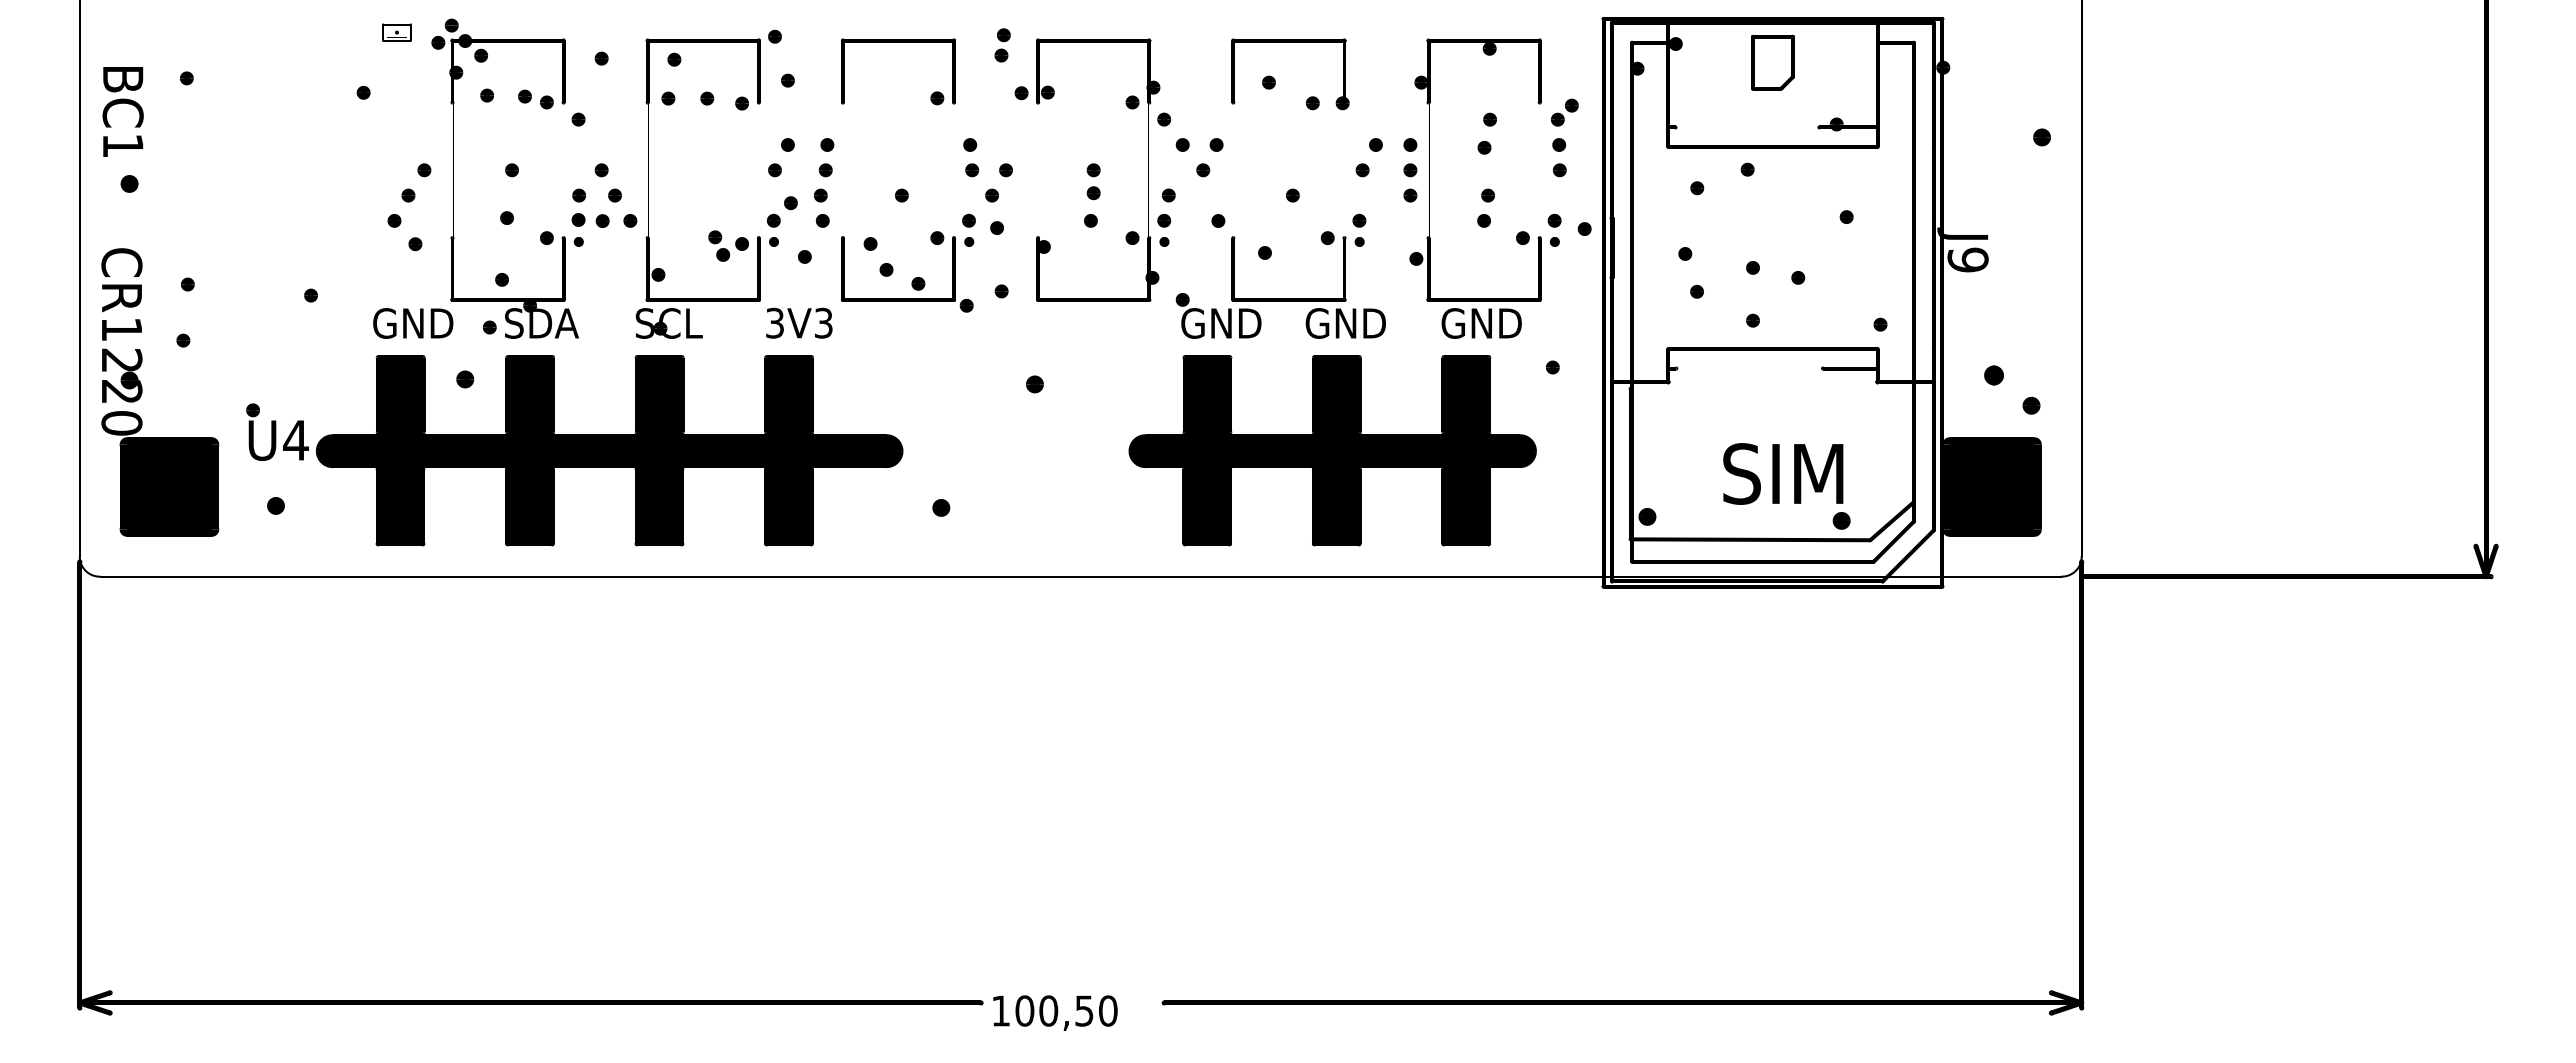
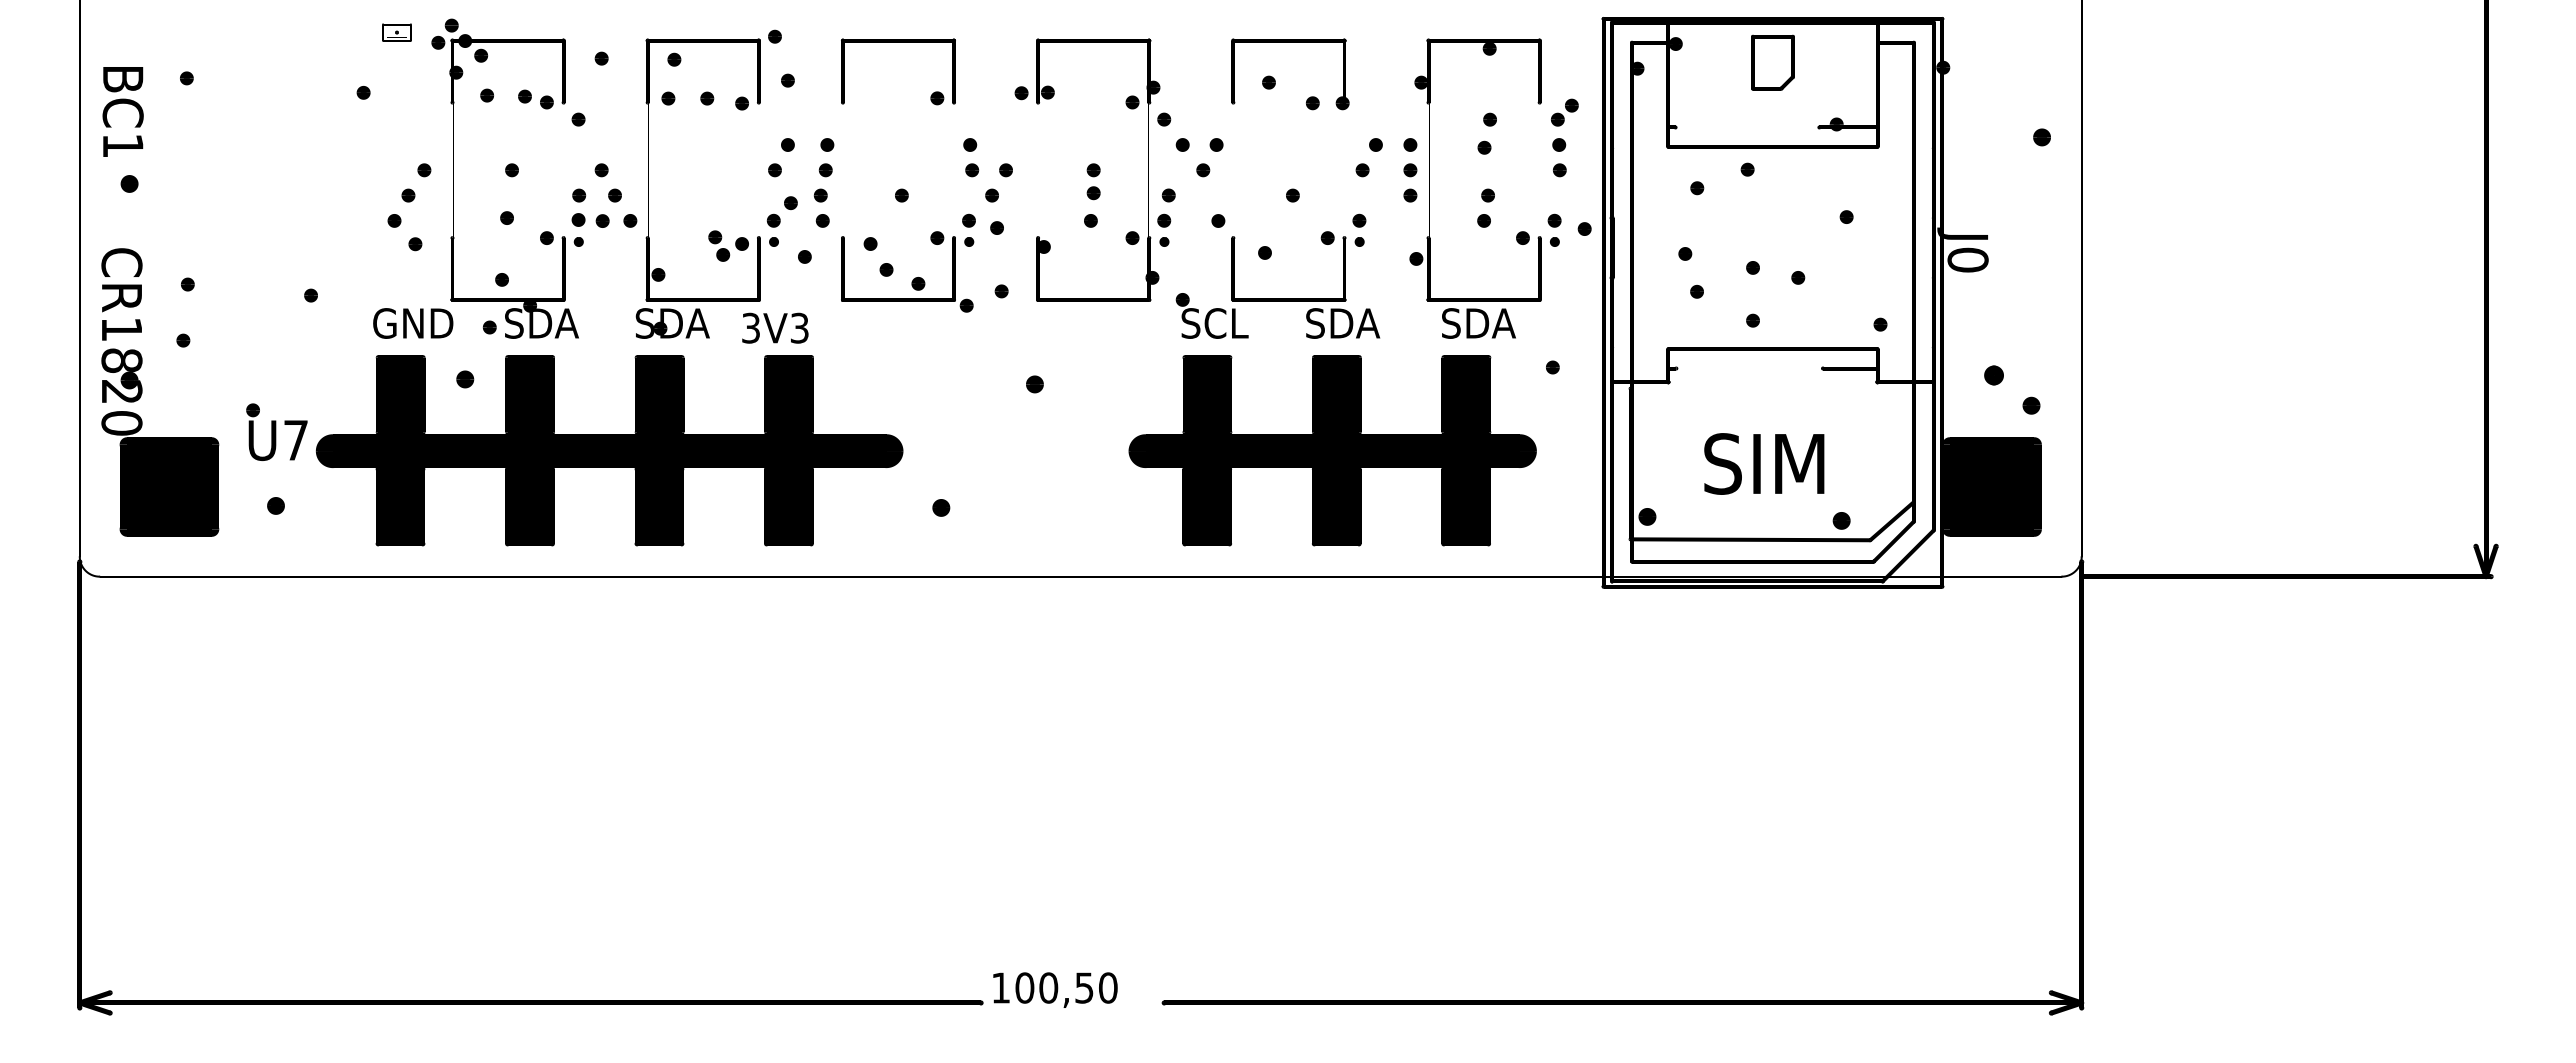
part at (1002, 45): present -> none
text at (1967, 259): J9 -> J0
text at (799, 322) position: (799, 322) -> (775, 327)
text at (684, 323): SCL -> SDA
text at (1221, 323): GND -> SCL
text at (1345, 323): GND -> SDA
text at (1481, 323): GND -> SDA
text at (121, 360): CR1220 -> CR1820
text at (295, 440): U4 -> U7
text at (1783, 473) position: (1783, 473) -> (1764, 463)
text at (1055, 1012) position: (1055, 1012) -> (1055, 989)
